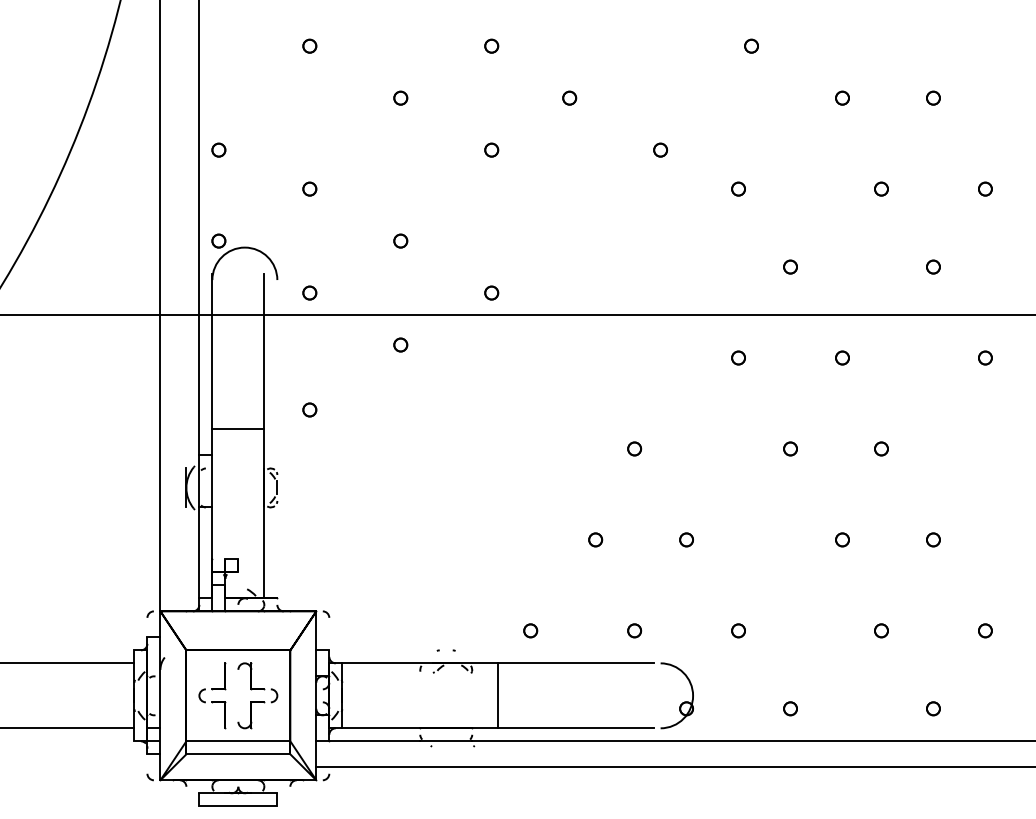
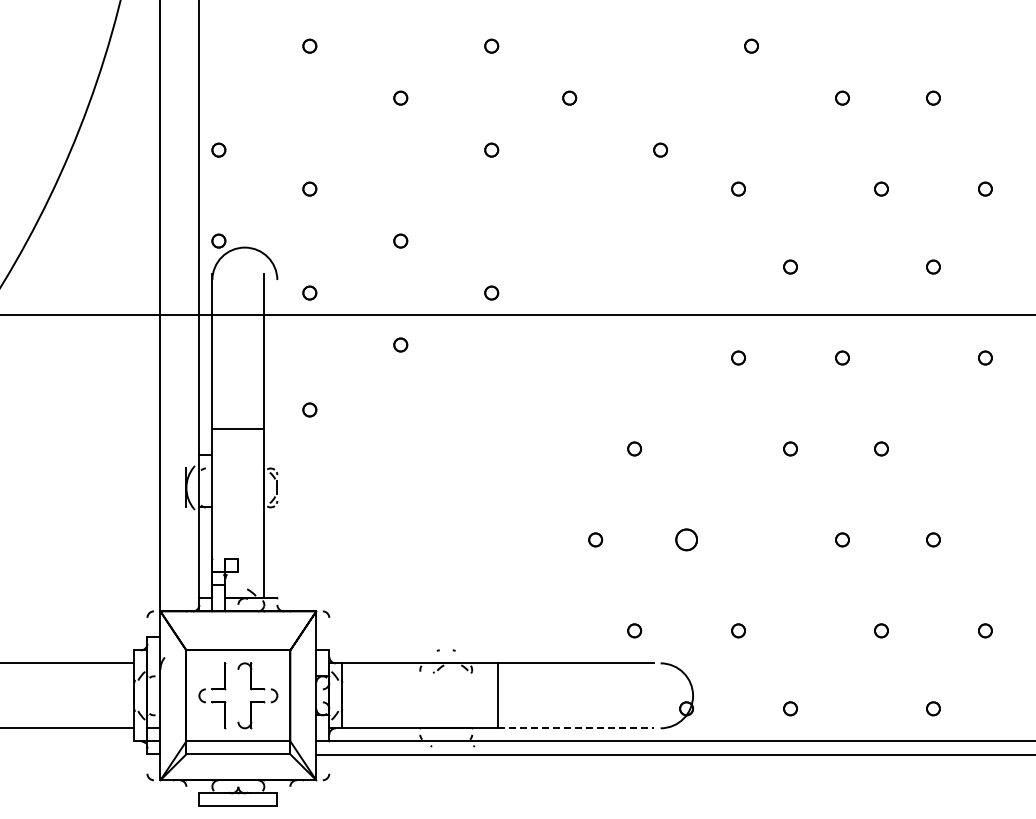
part at (686, 539) size: 15x16 px -> 23x24 px
part at (530, 630): present -> none
line at (576, 728): solid -> dashed
line at (674, 767) position: (674, 767) -> (674, 755)
